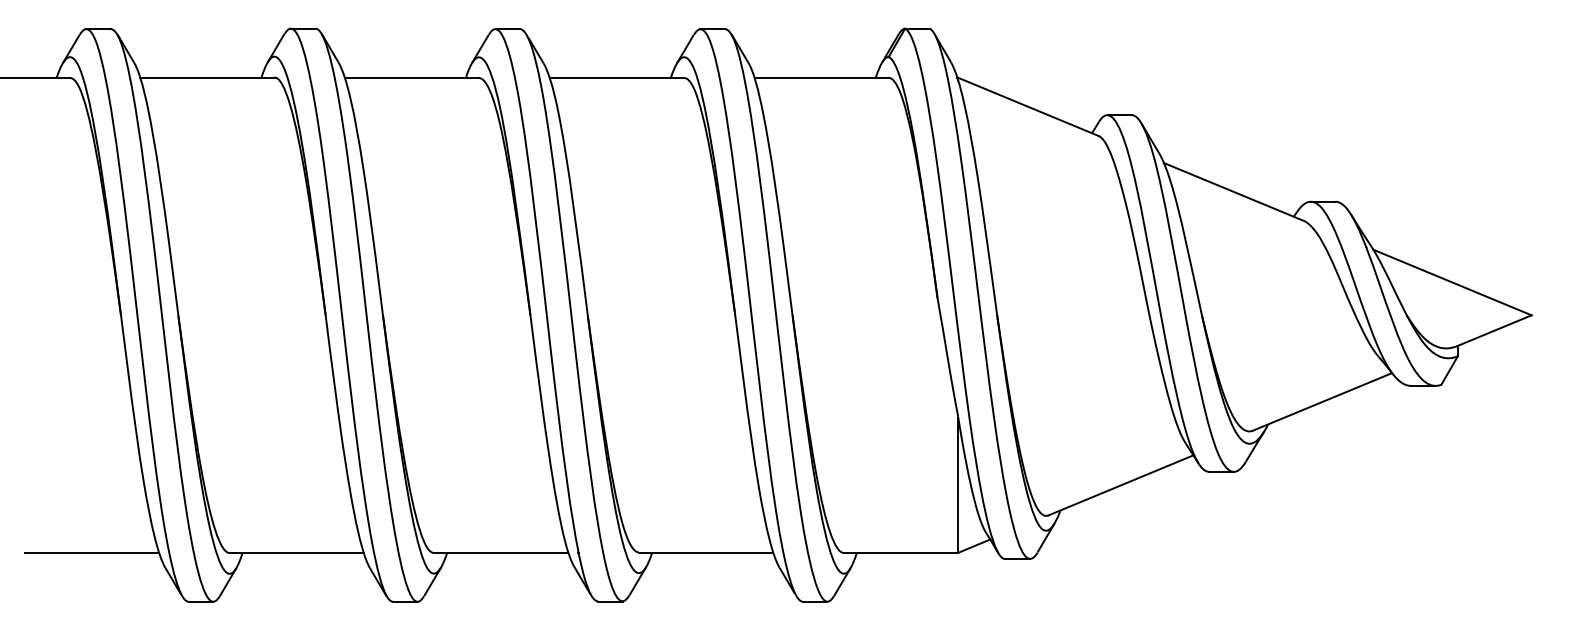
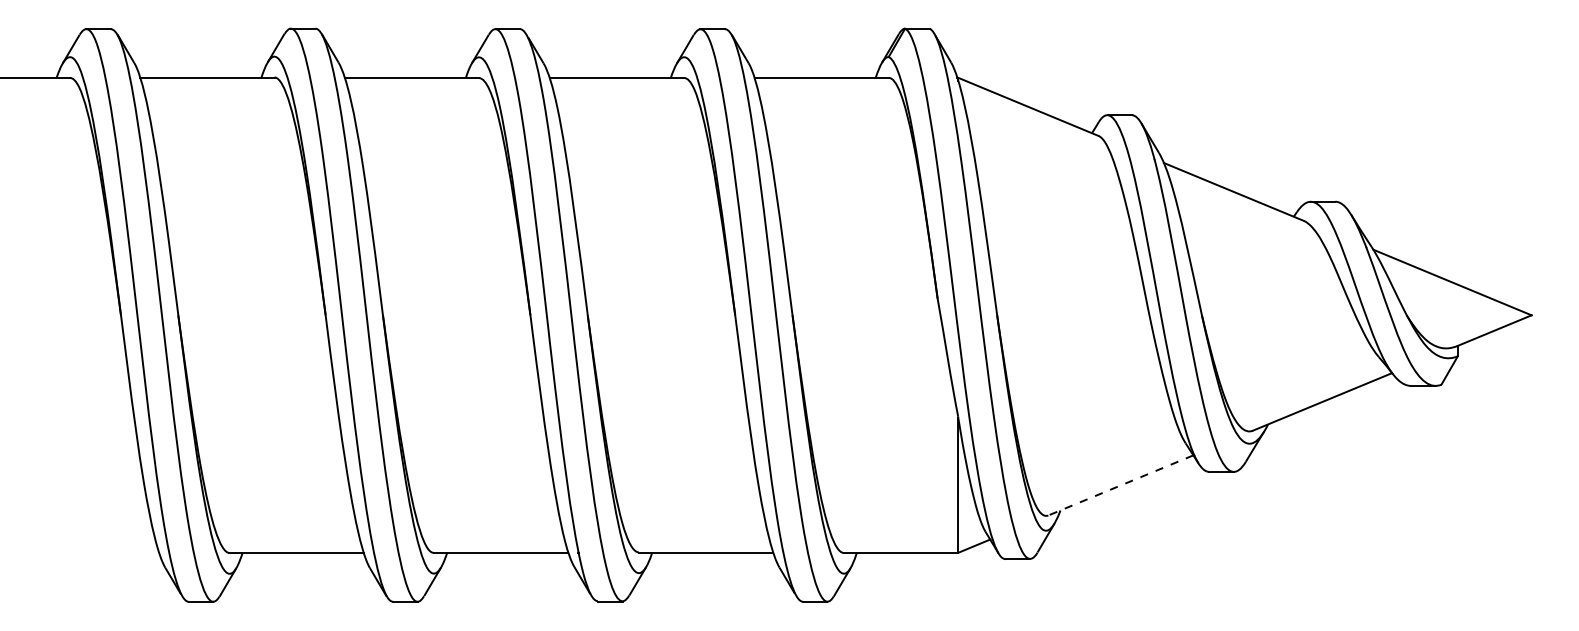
line at (1120, 485): solid -> dashed
line at (91, 552): present -> none
